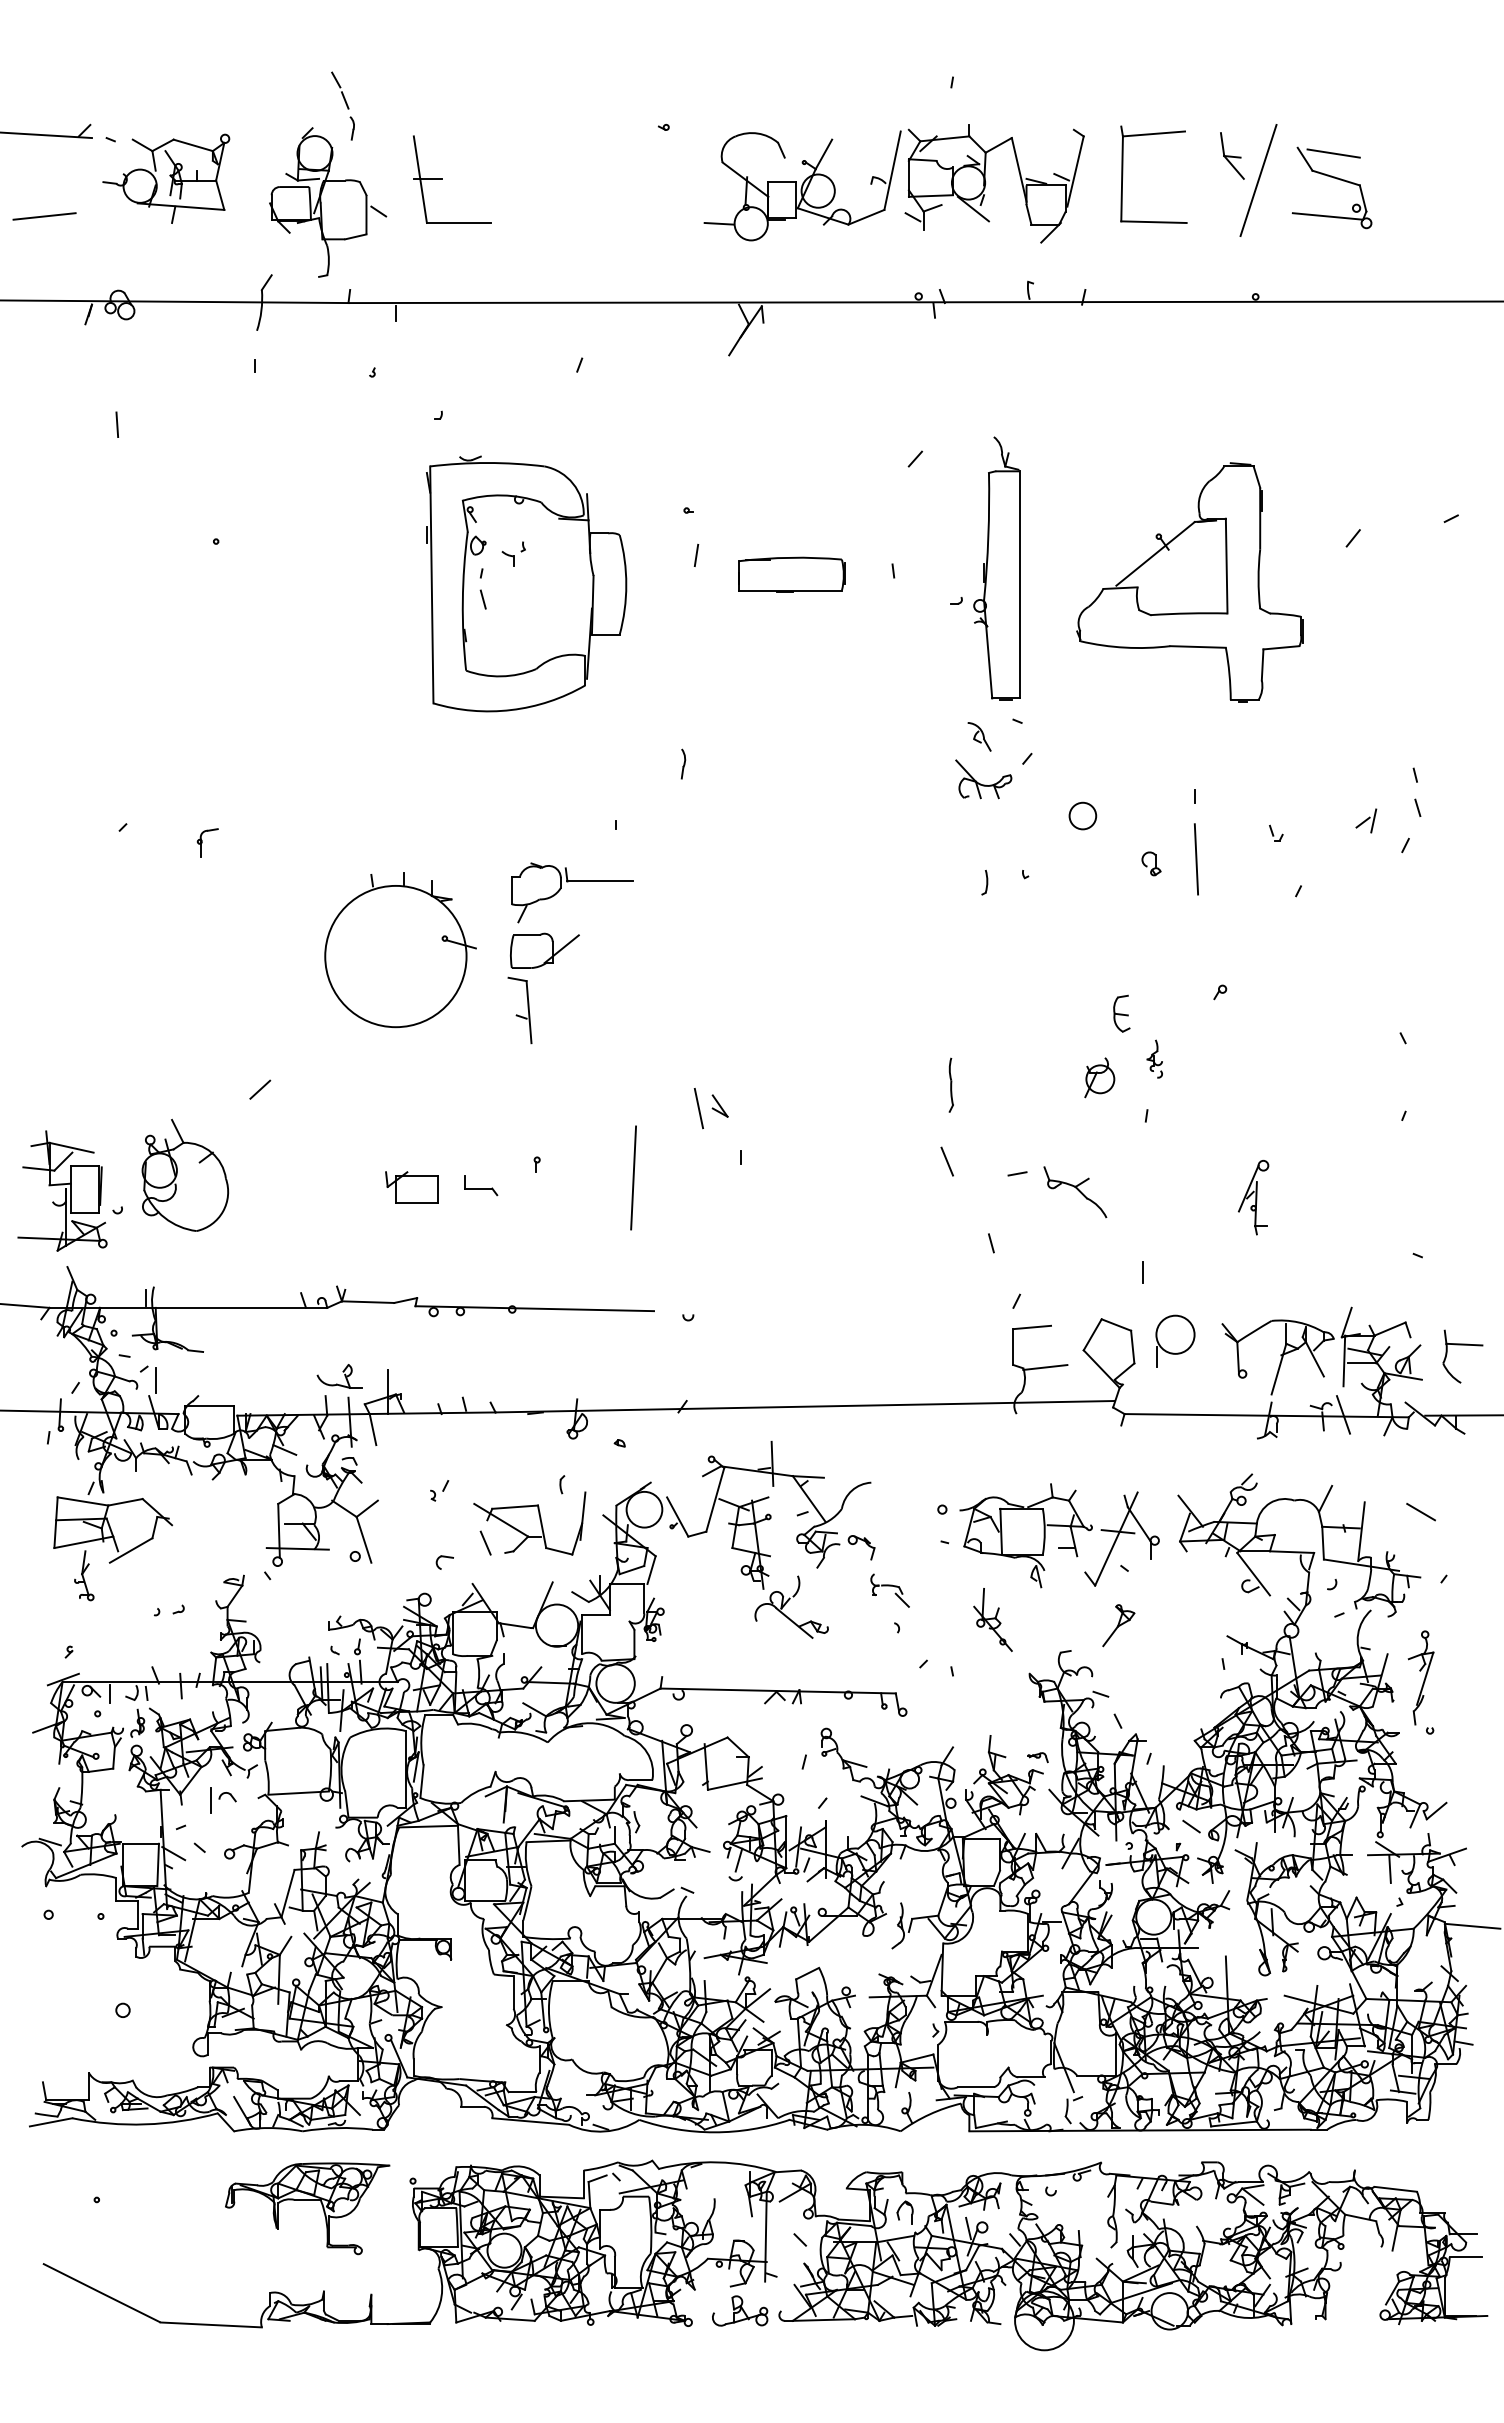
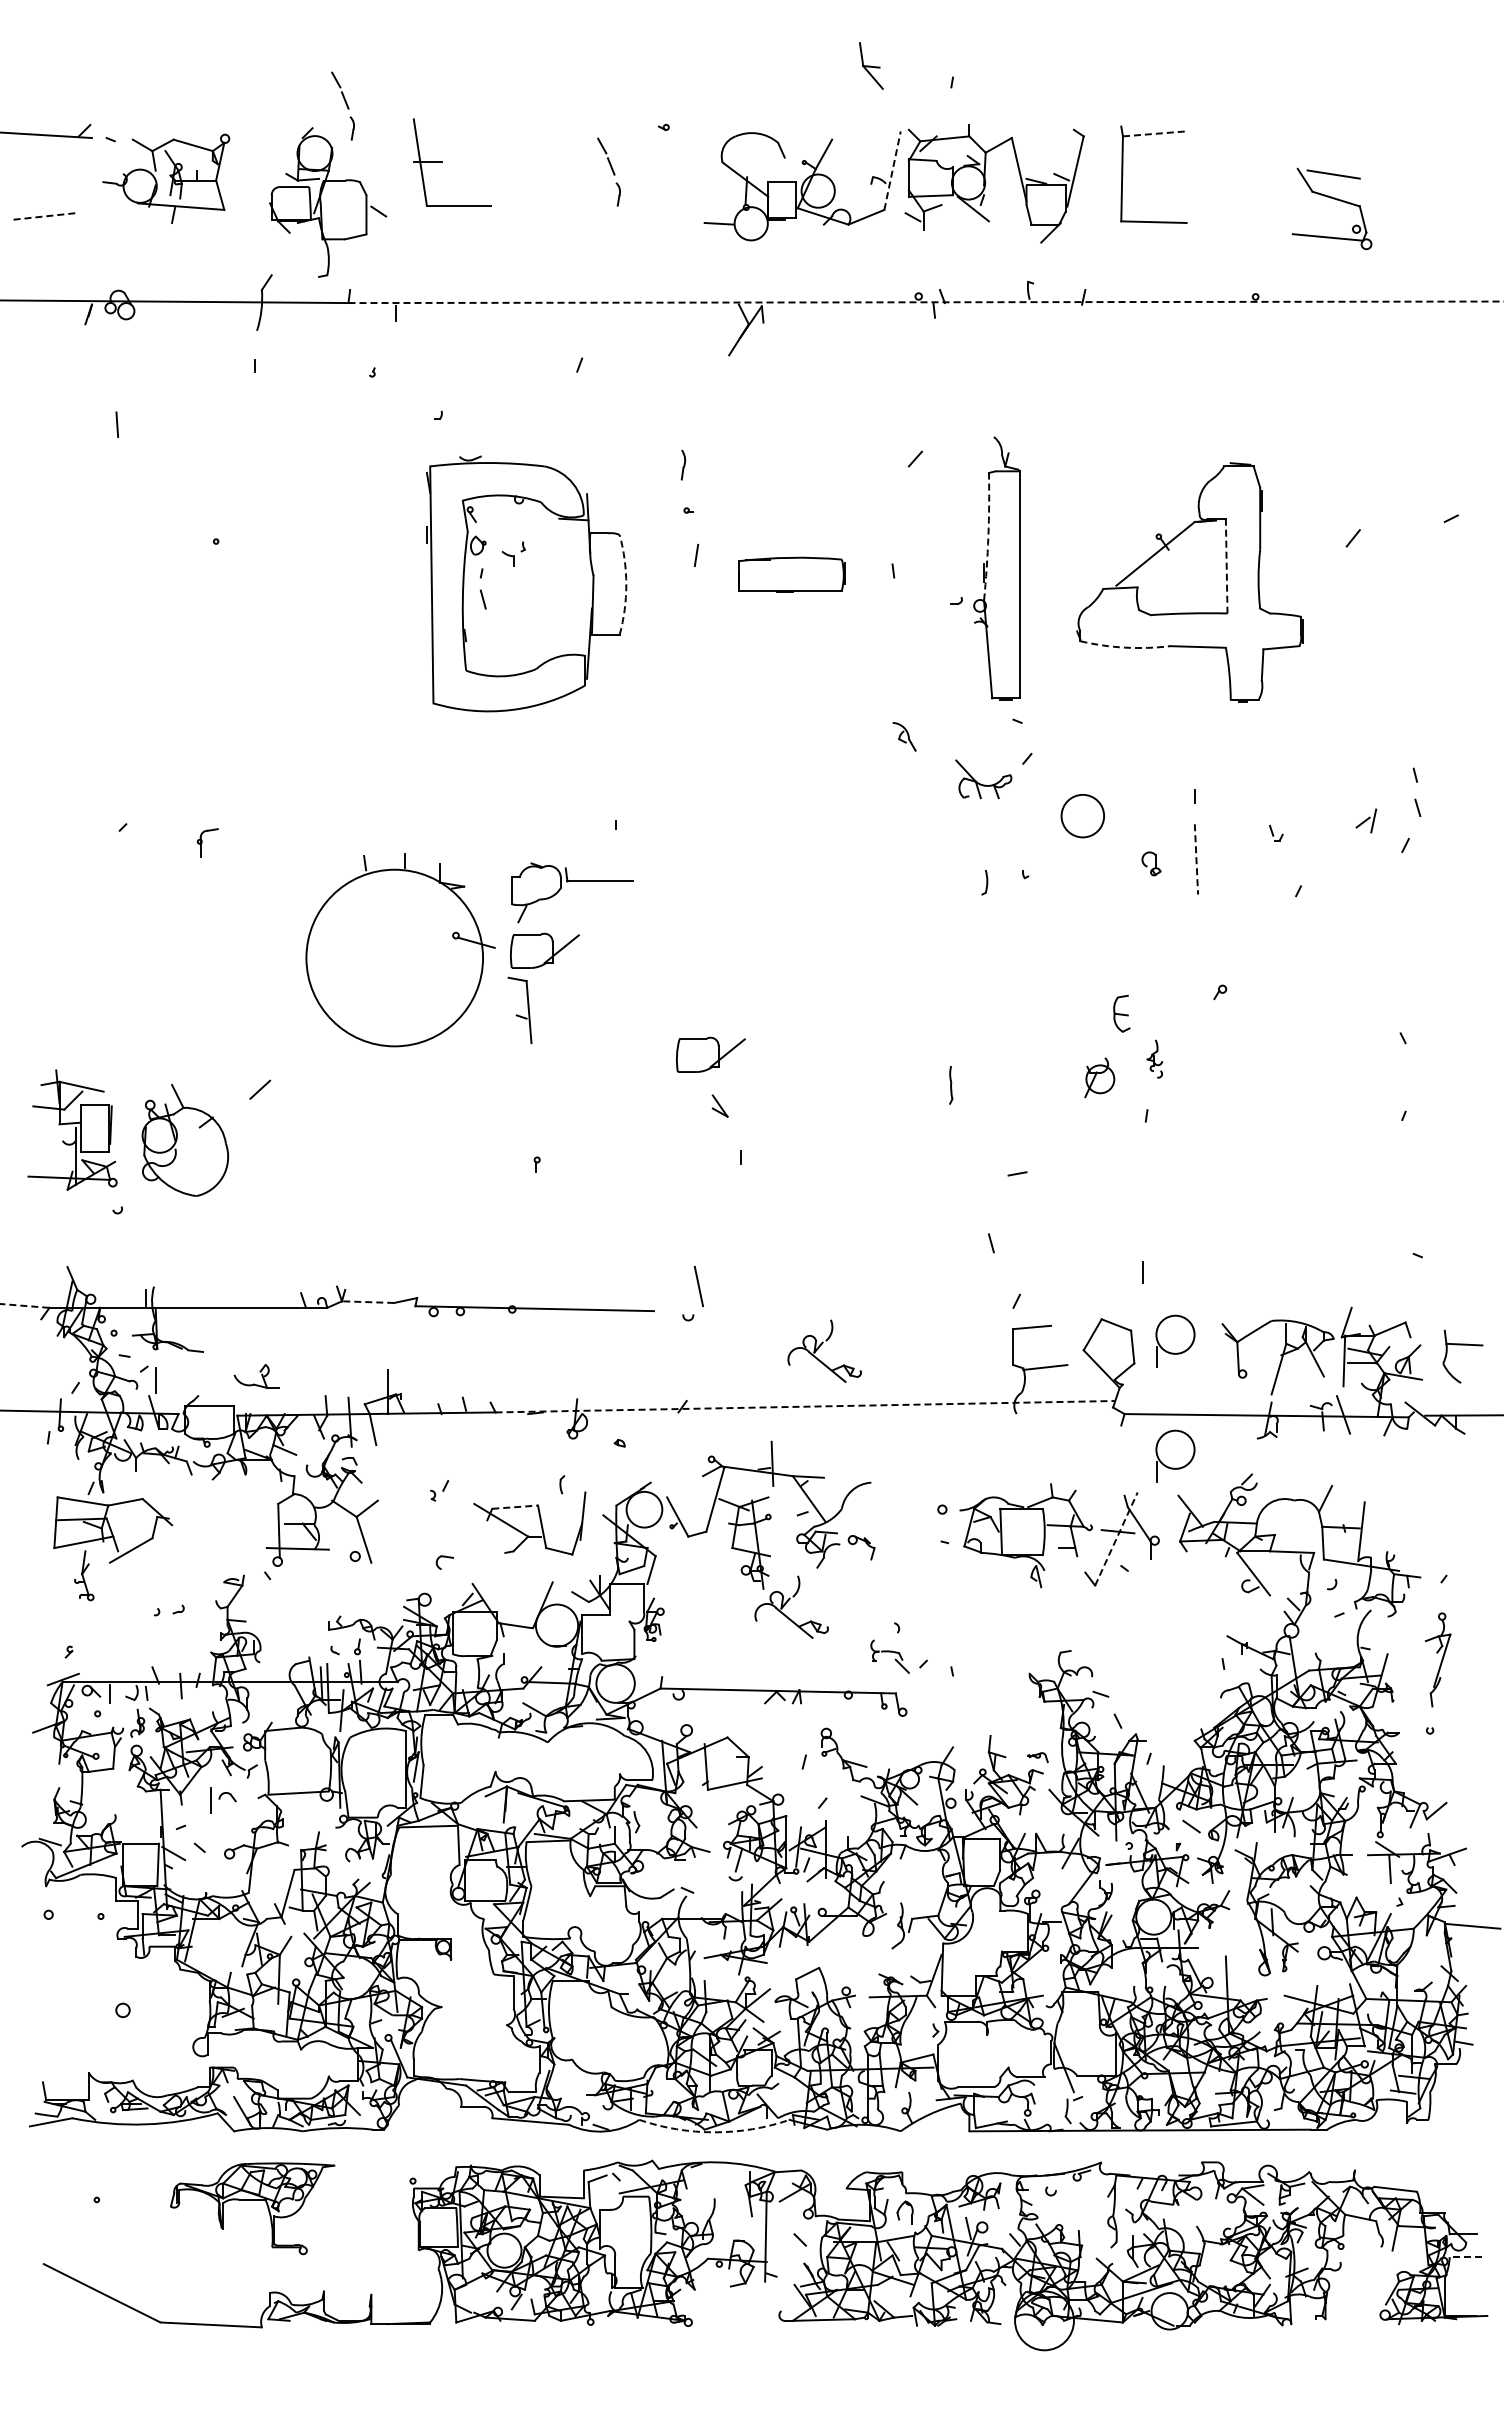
line at (1154, 133): solid -> dashed
part at (1232, 155) position: (1232, 155) -> (871, 65)
line at (892, 170): solid -> dashed
part at (608, 171): none -> present
part at (1333, 178) position: (1333, 178) -> (1333, 199)
part at (442, 179) position: (442, 179) -> (442, 162)
line at (1258, 180): present -> none
line at (45, 216): solid -> dashed
line at (926, 302): solid -> dashed
arc at (988, 536): solid -> dashed
line at (1226, 566): solid -> dashed
arc at (626, 584): solid -> dashed
arc at (1125, 647): solid -> dashed
part at (979, 736) position: (979, 736) -> (904, 736)
part at (683, 763) position: (683, 763) -> (683, 464)
circle at (1082, 815) size: 30x30 px -> 45x45 px
line at (1196, 859): solid -> dashed
part at (400, 950) size: 153x157 px -> 191x195 px
part at (710, 1054): none -> present
part at (950, 1084) size: 6x56 px -> 5x39 px
line at (698, 1108) position: (698, 1108) -> (698, 1286)
line at (947, 1161): present -> none
part at (185, 1175) position: (185, 1175) -> (185, 1140)
line at (633, 1177): present -> none
part at (481, 1185): present -> none
part at (411, 1187): present -> none
part at (62, 1190) position: (62, 1190) -> (72, 1129)
part at (1075, 1192): present -> none
part at (1253, 1197): present -> none
line at (367, 1302): solid -> dashed
line at (24, 1305): solid -> dashed
part at (824, 1350): none -> present
part at (339, 1376) position: (339, 1376) -> (256, 1376)
line at (805, 1406): solid -> dashed
part at (1175, 1455): none -> present
line at (515, 1507): solid -> dashed
line at (1421, 1511): present -> none
line at (1116, 1538): solid -> dashed
line at (485, 1542): present -> none
part at (889, 1590) position: (889, 1590) -> (889, 1656)
part at (992, 1619): present -> none
part at (1118, 1625): present -> none
part at (1420, 1677) position: (1420, 1677) -> (1437, 1659)
arc at (714, 2132): solid -> dashed
part at (307, 2200) position: (307, 2200) -> (252, 2200)
line at (1465, 2257): solid -> dashed
part at (740, 2310): present -> none
